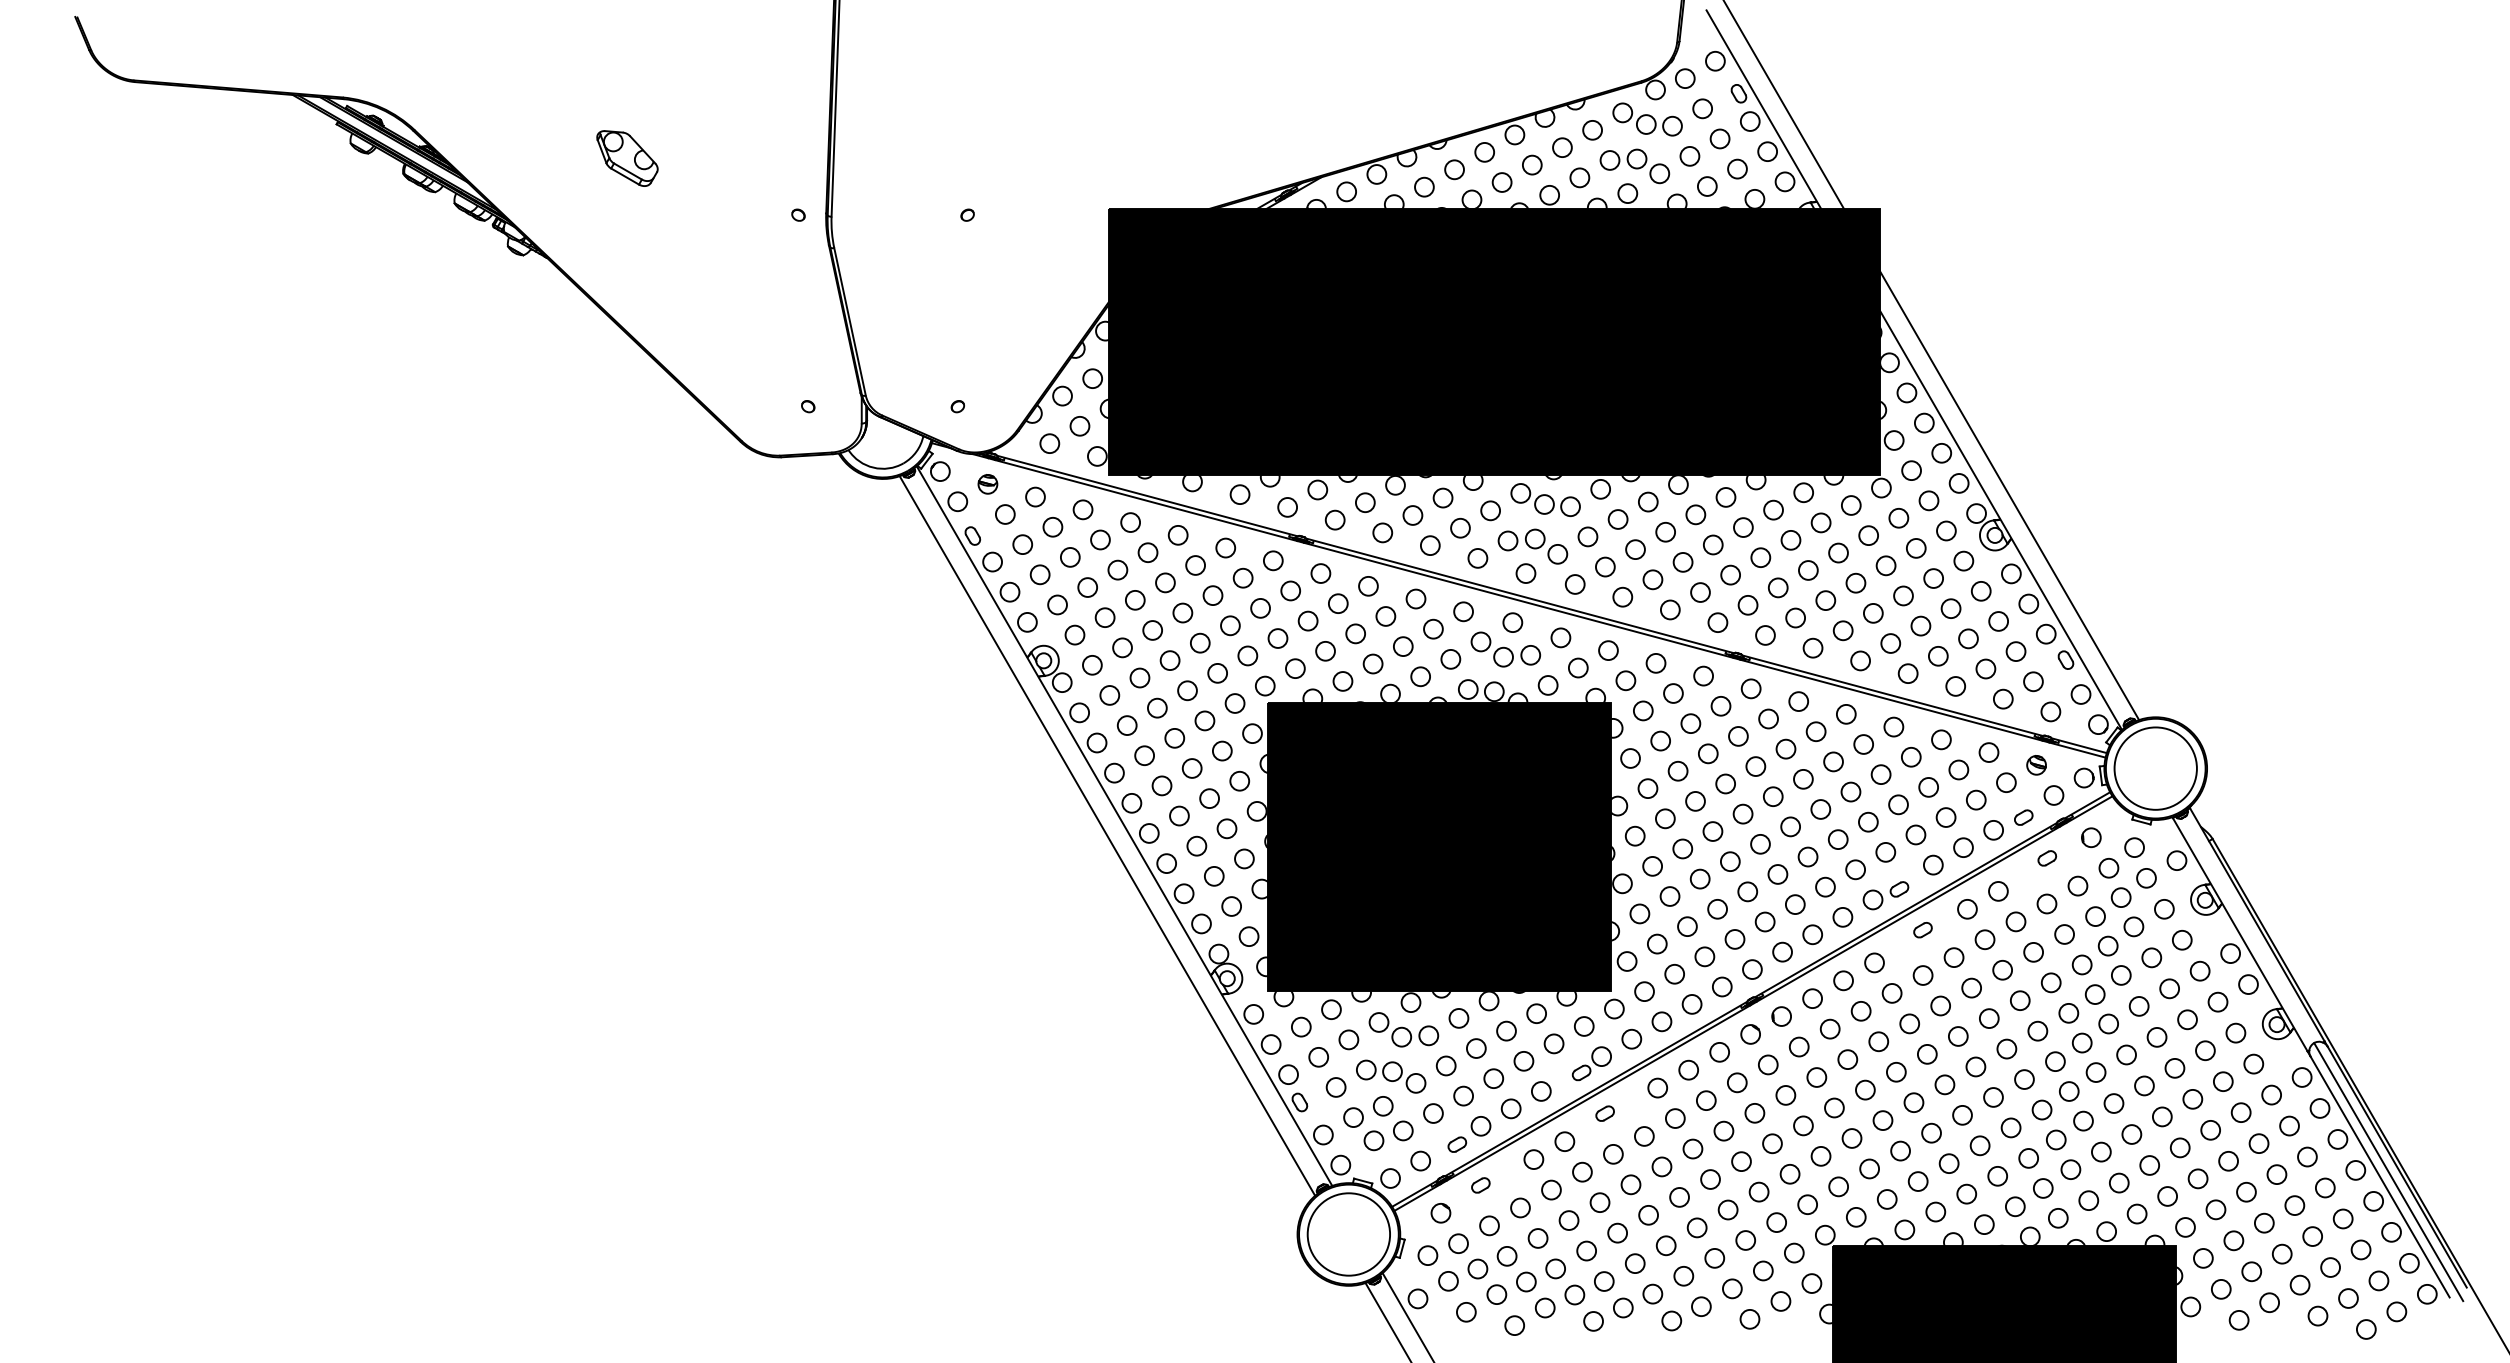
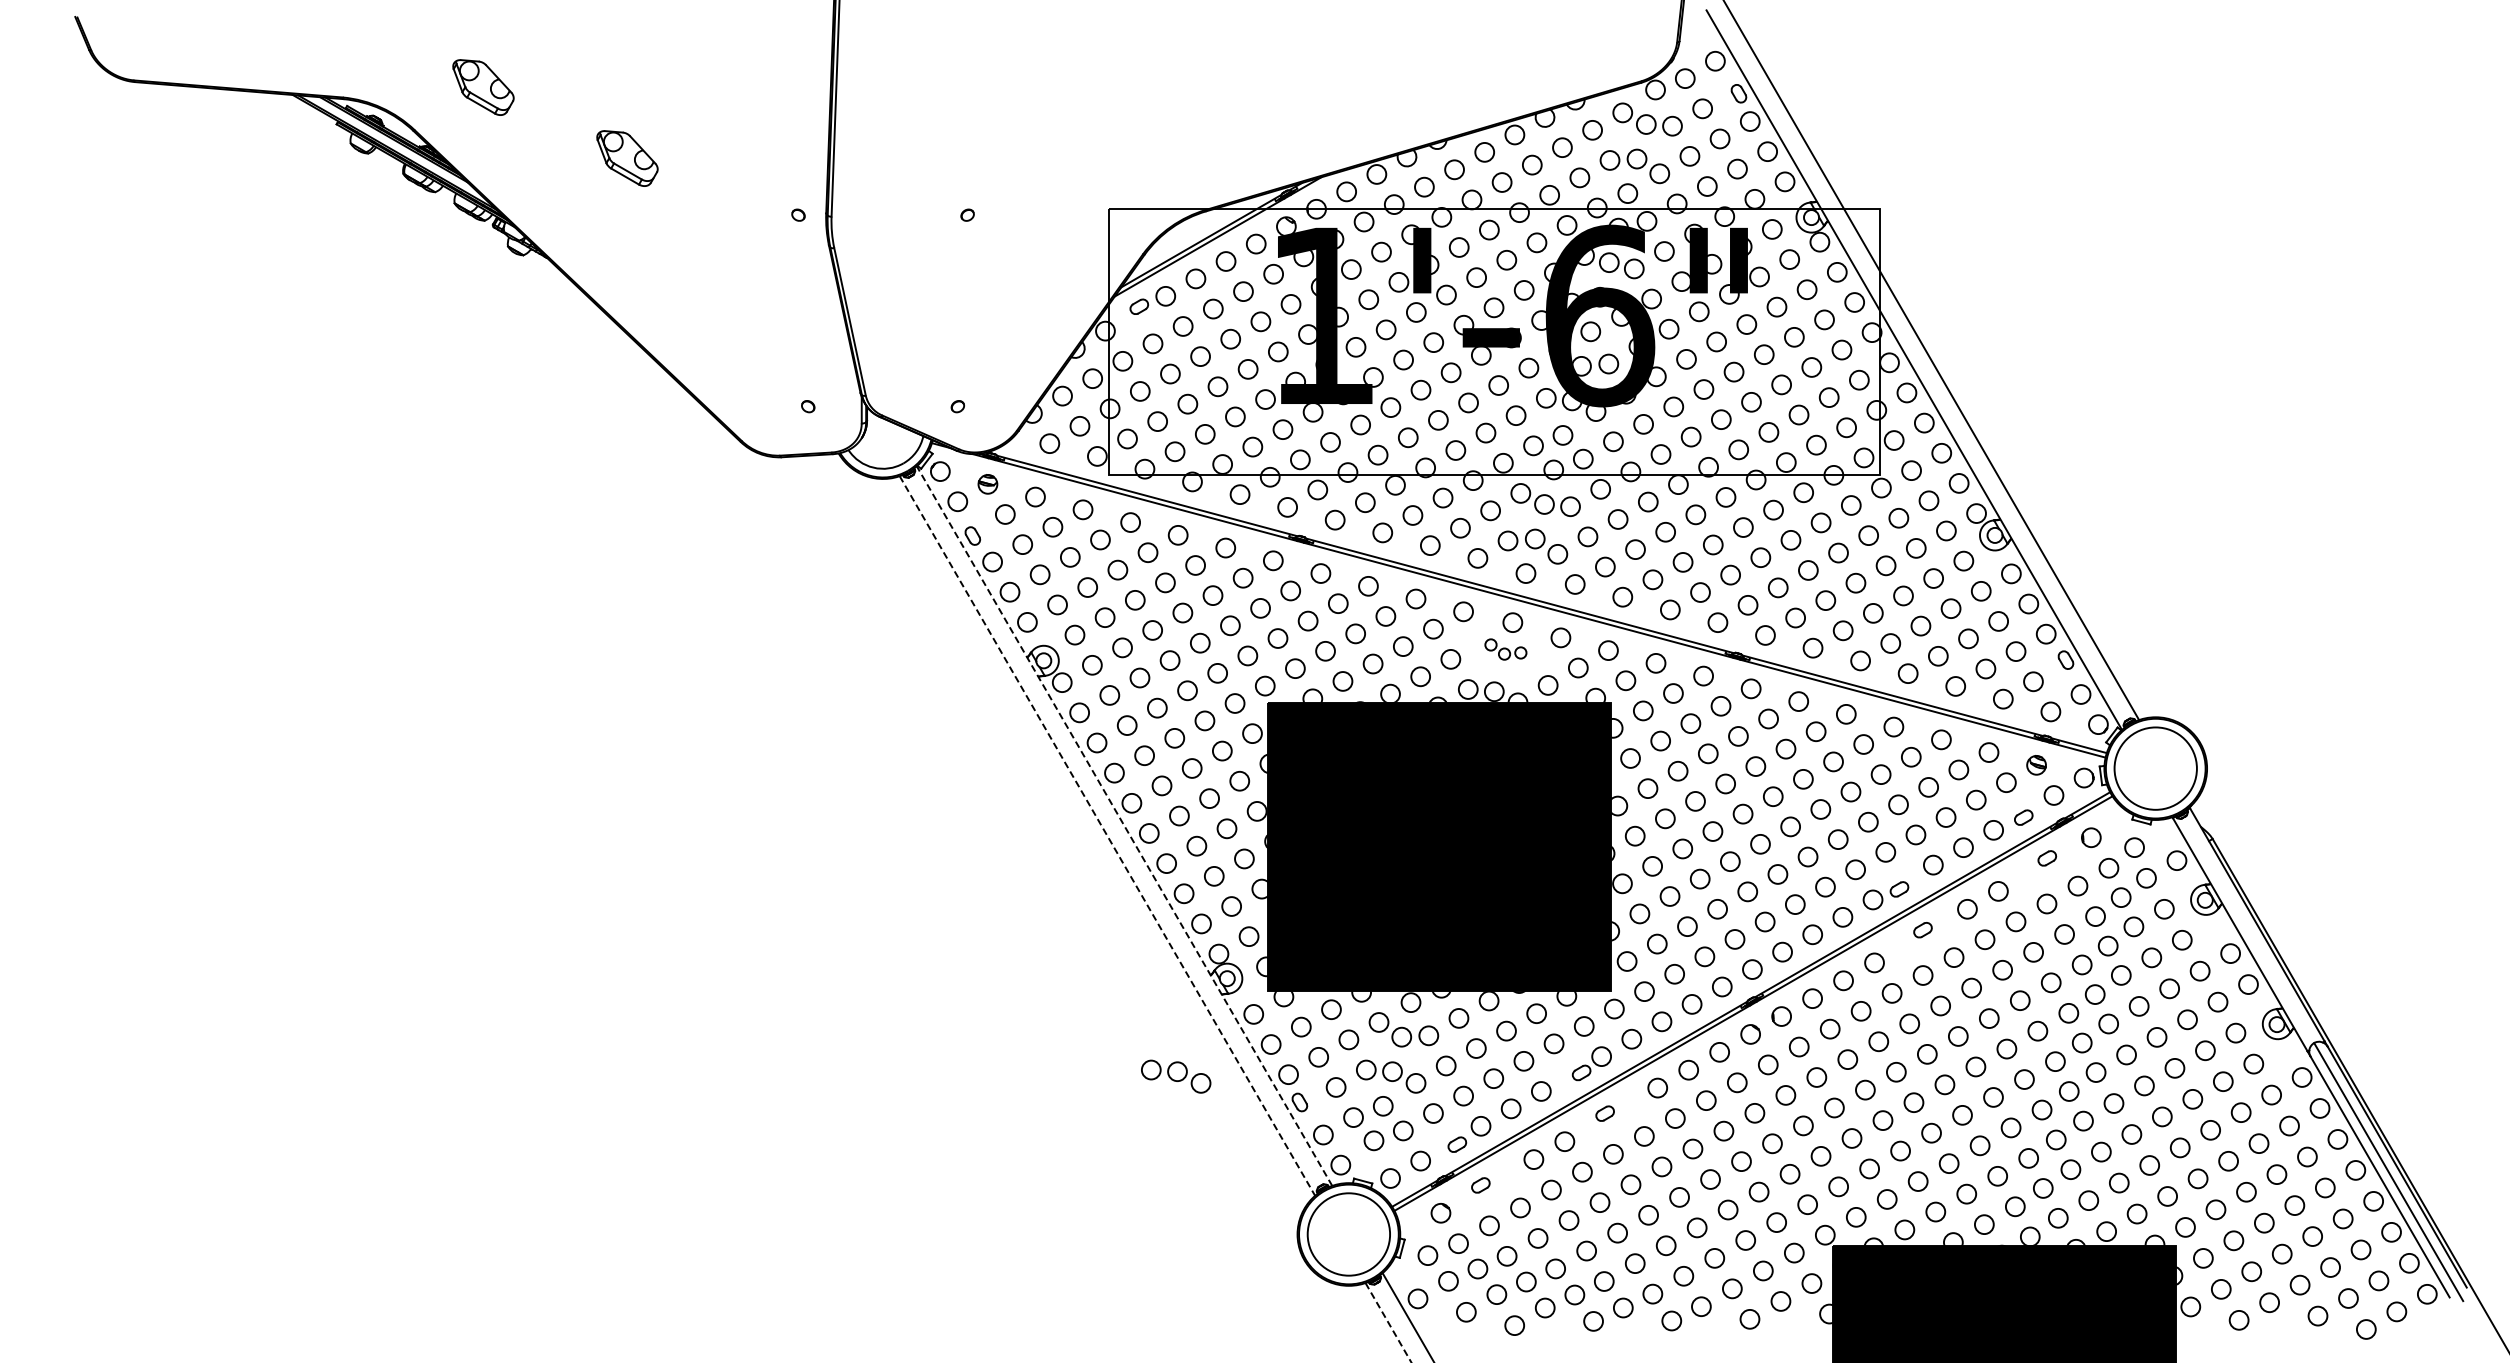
part at (483, 87): none -> present
fill at (1494, 341): present -> none
part at (1505, 649) size: 72x37 px -> 44x23 px
line at (1124, 825): solid -> dashed
line at (1107, 836): solid -> dashed
part at (1176, 1076): none -> present
line at (1388, 1322): solid -> dashed
